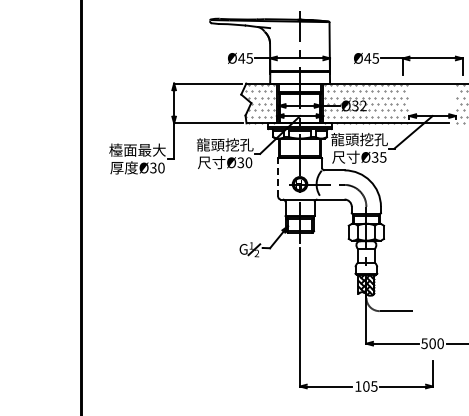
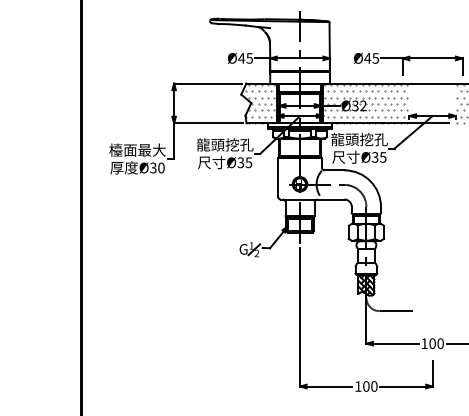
text at (248, 162): 30 -> 35
line at (278, 177): dashed -> solid
text at (424, 343): 500 -> 100
text at (374, 386): 105 -> 100
